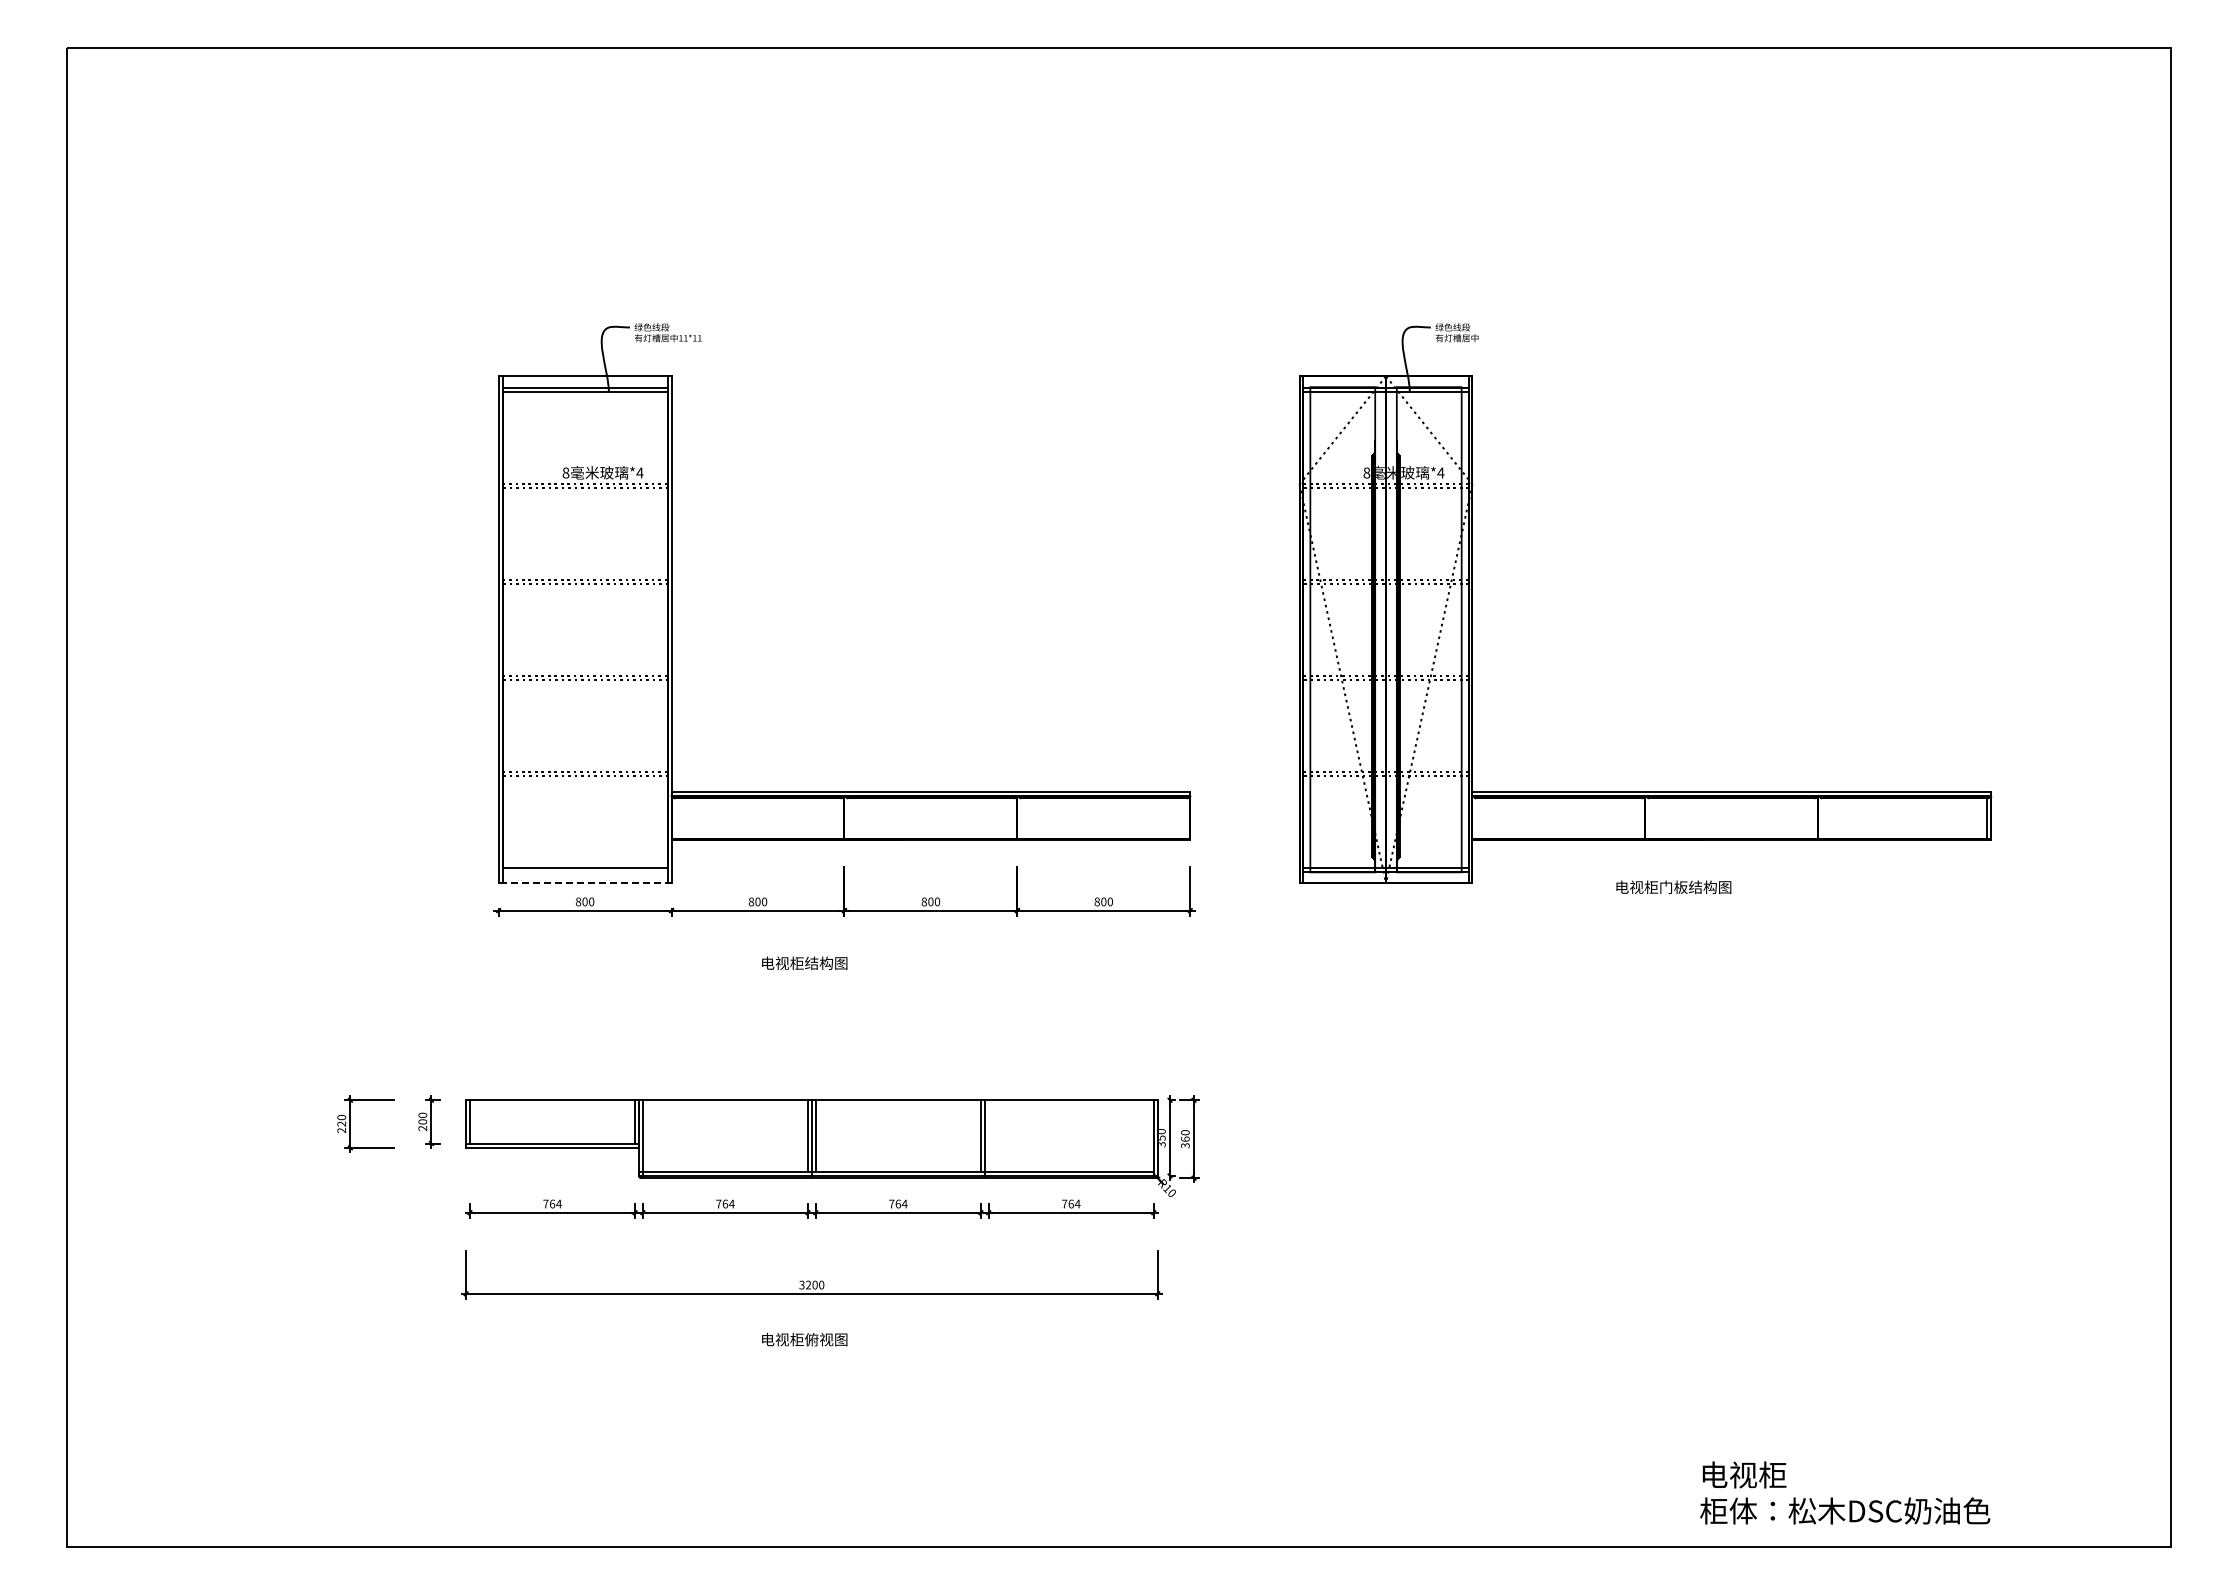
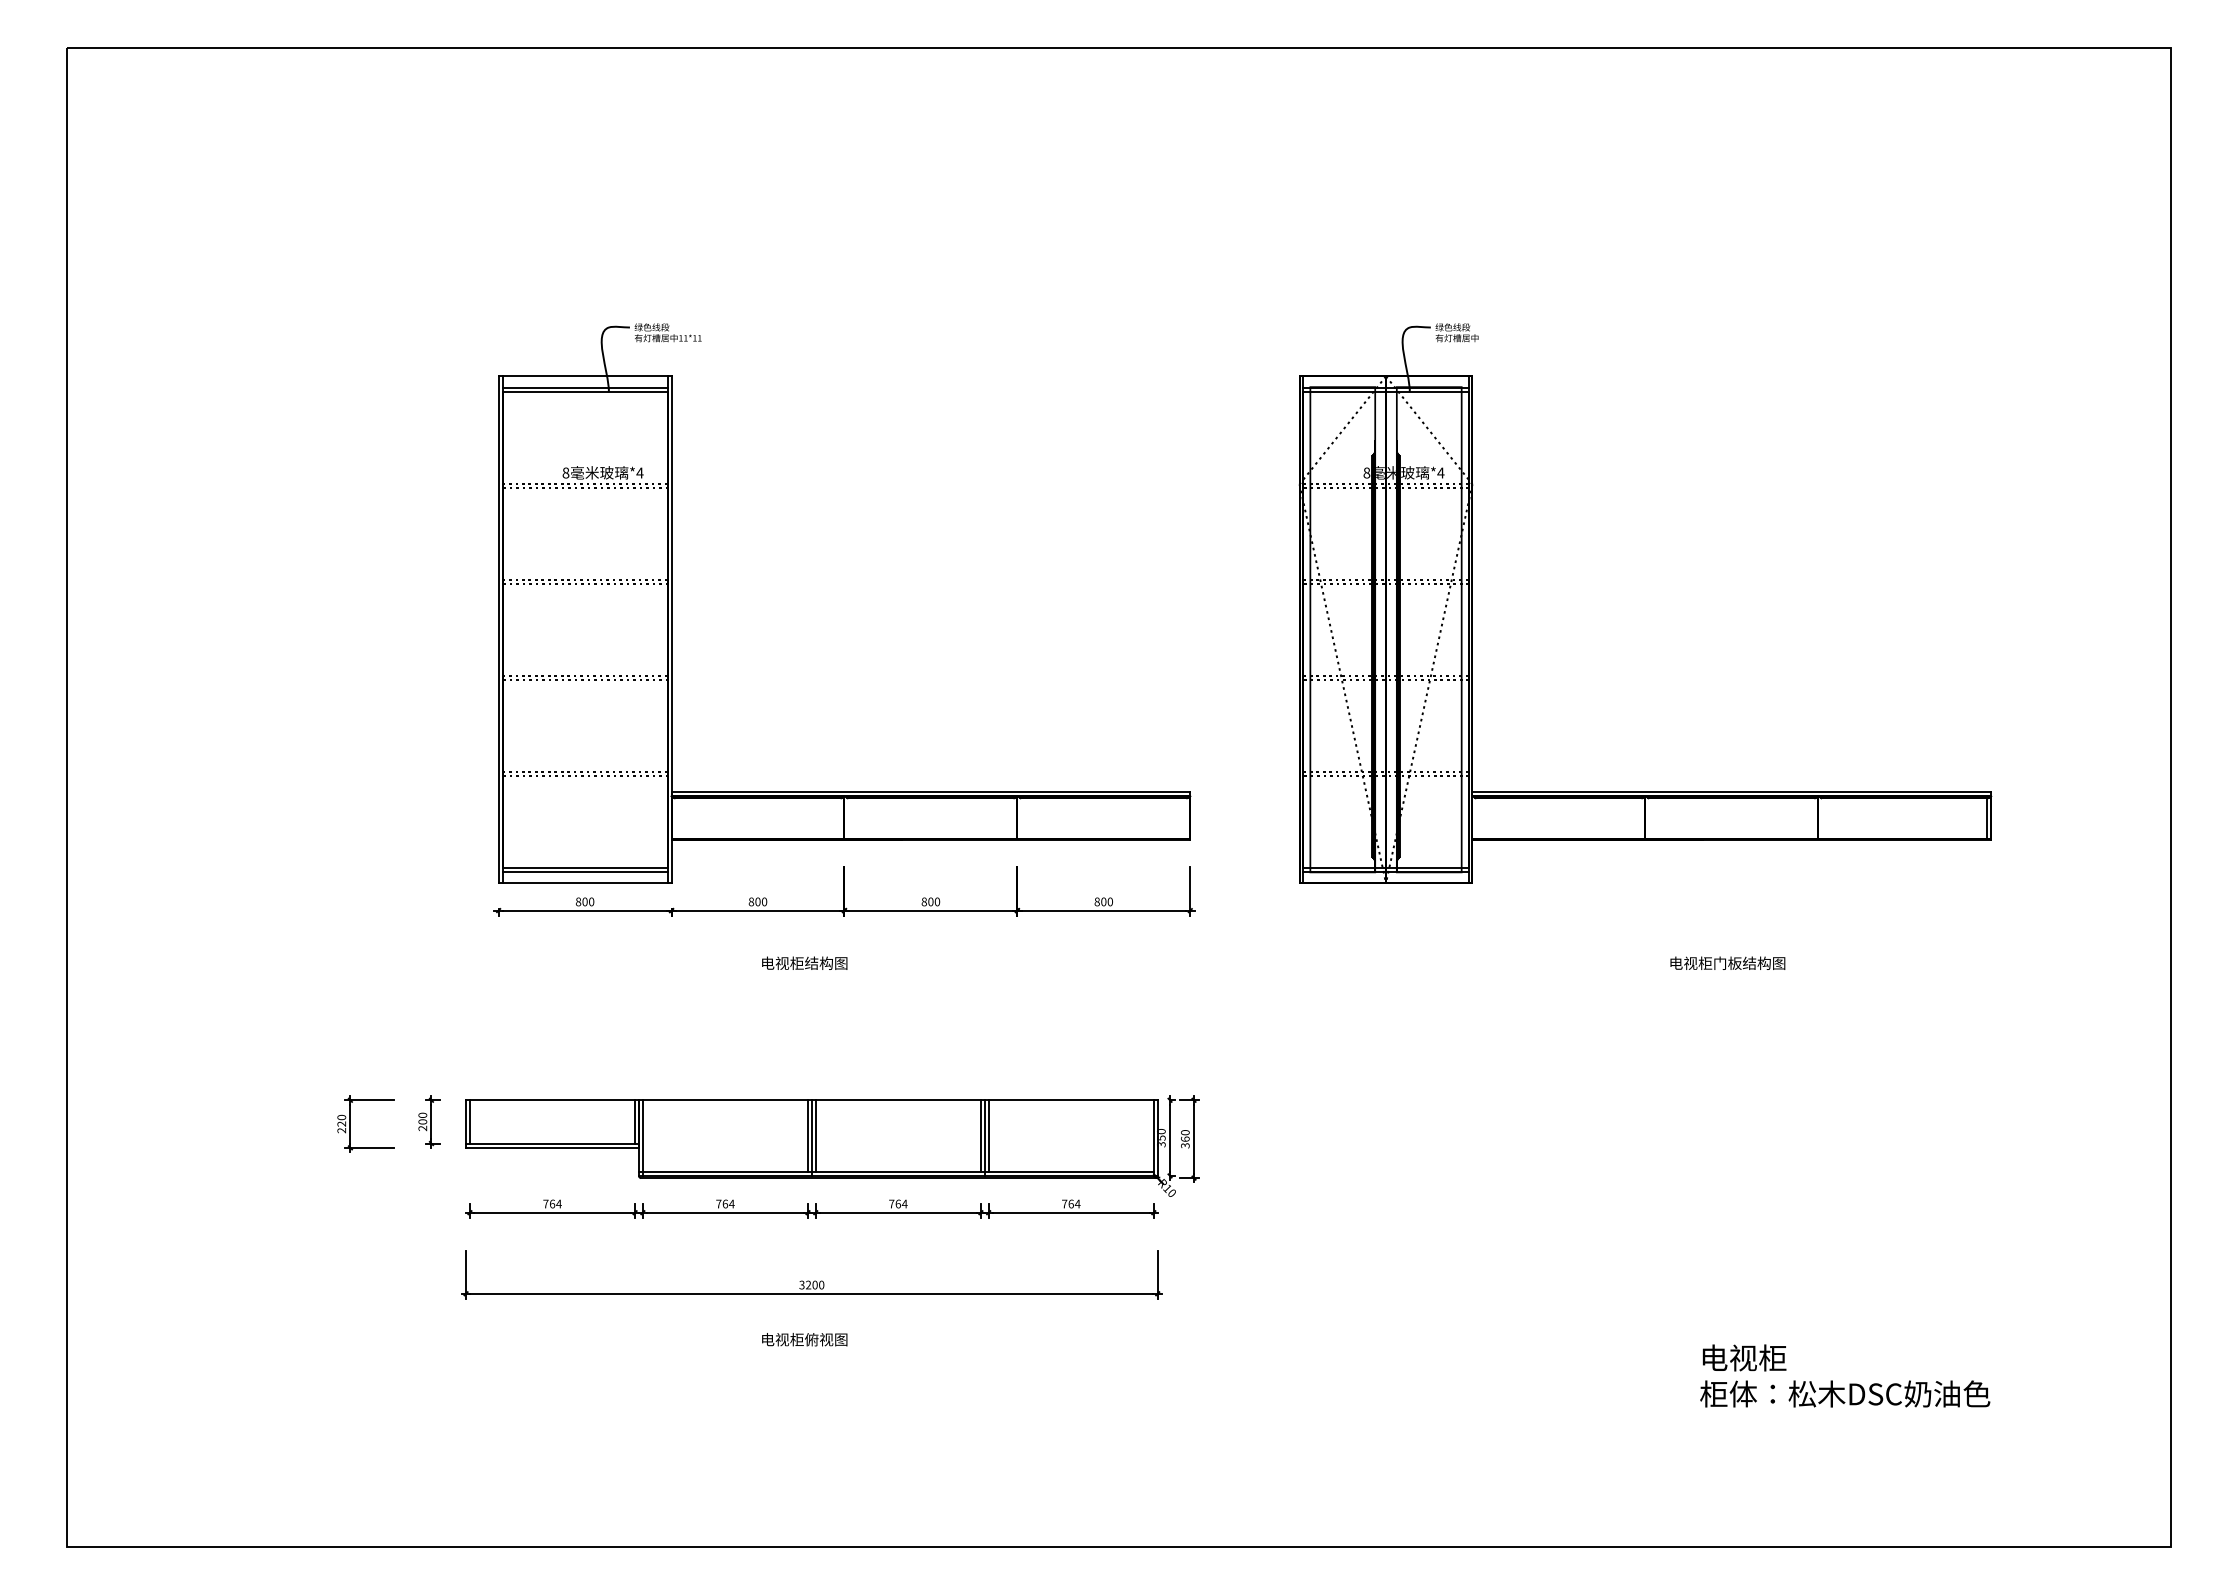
line at (584, 872): none -> present
line at (584, 883): dashed -> solid
text at (1673, 886) position: (1673, 886) -> (1727, 962)
line at (988, 1136): none -> present
text at (1845, 1492) position: (1845, 1492) -> (1845, 1375)
